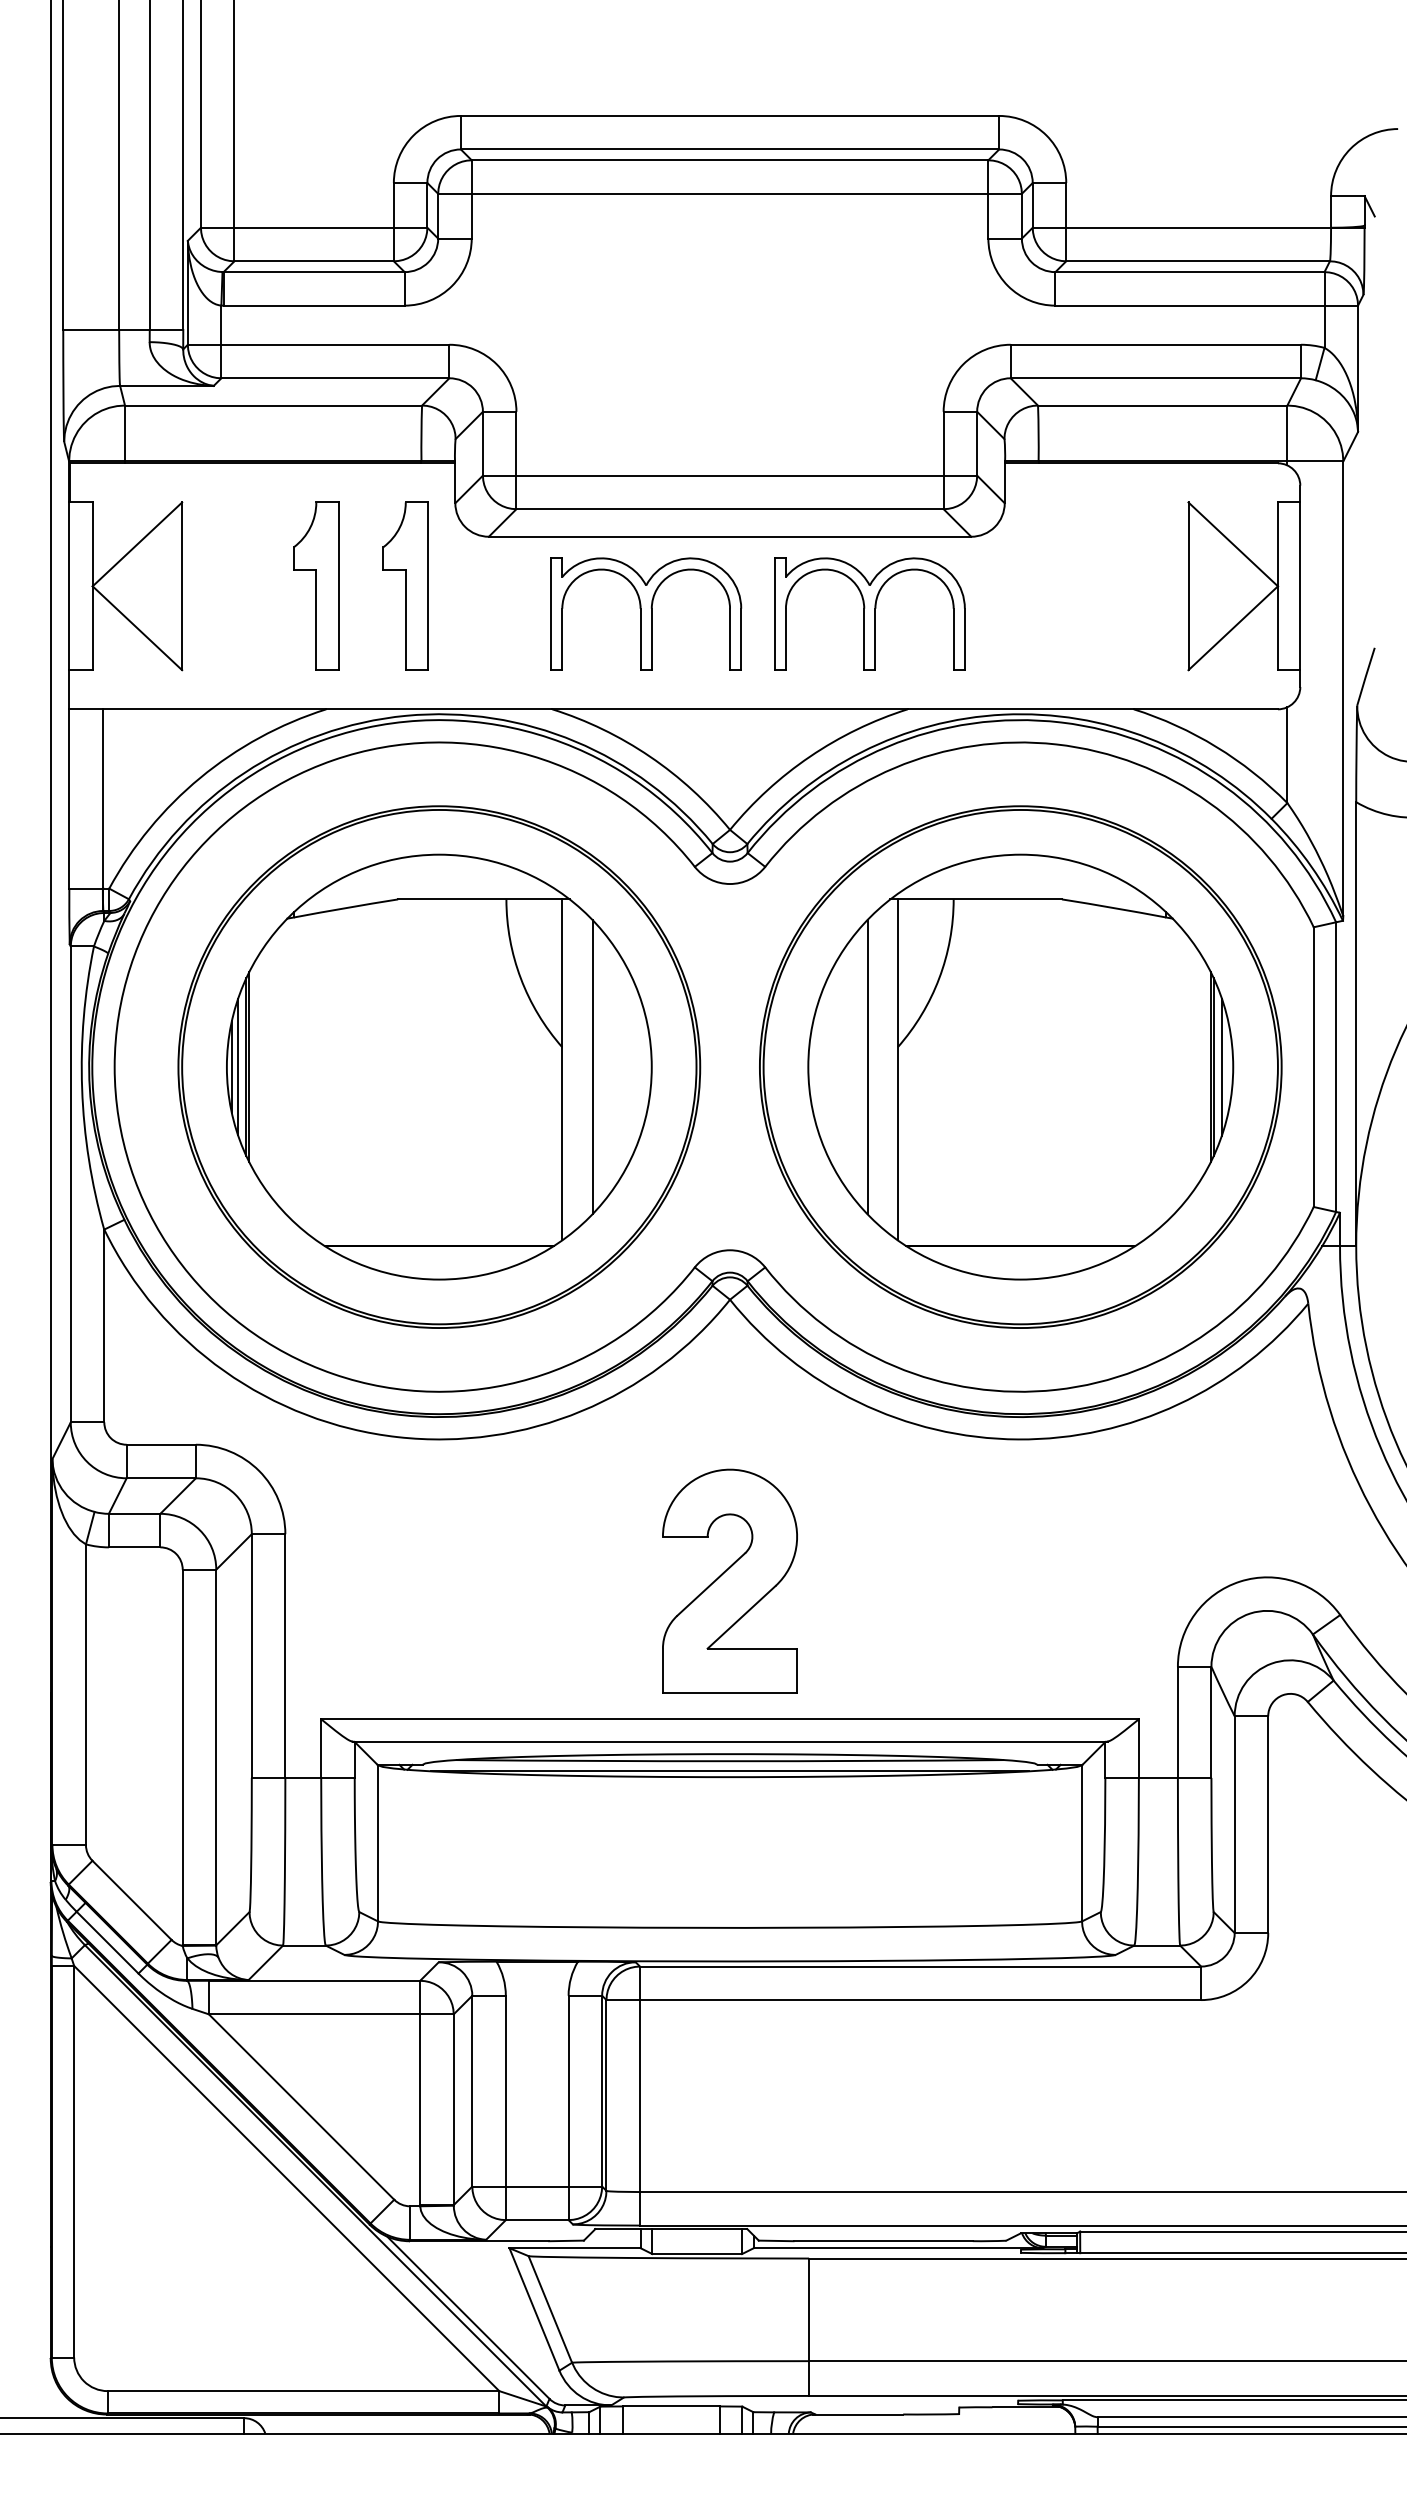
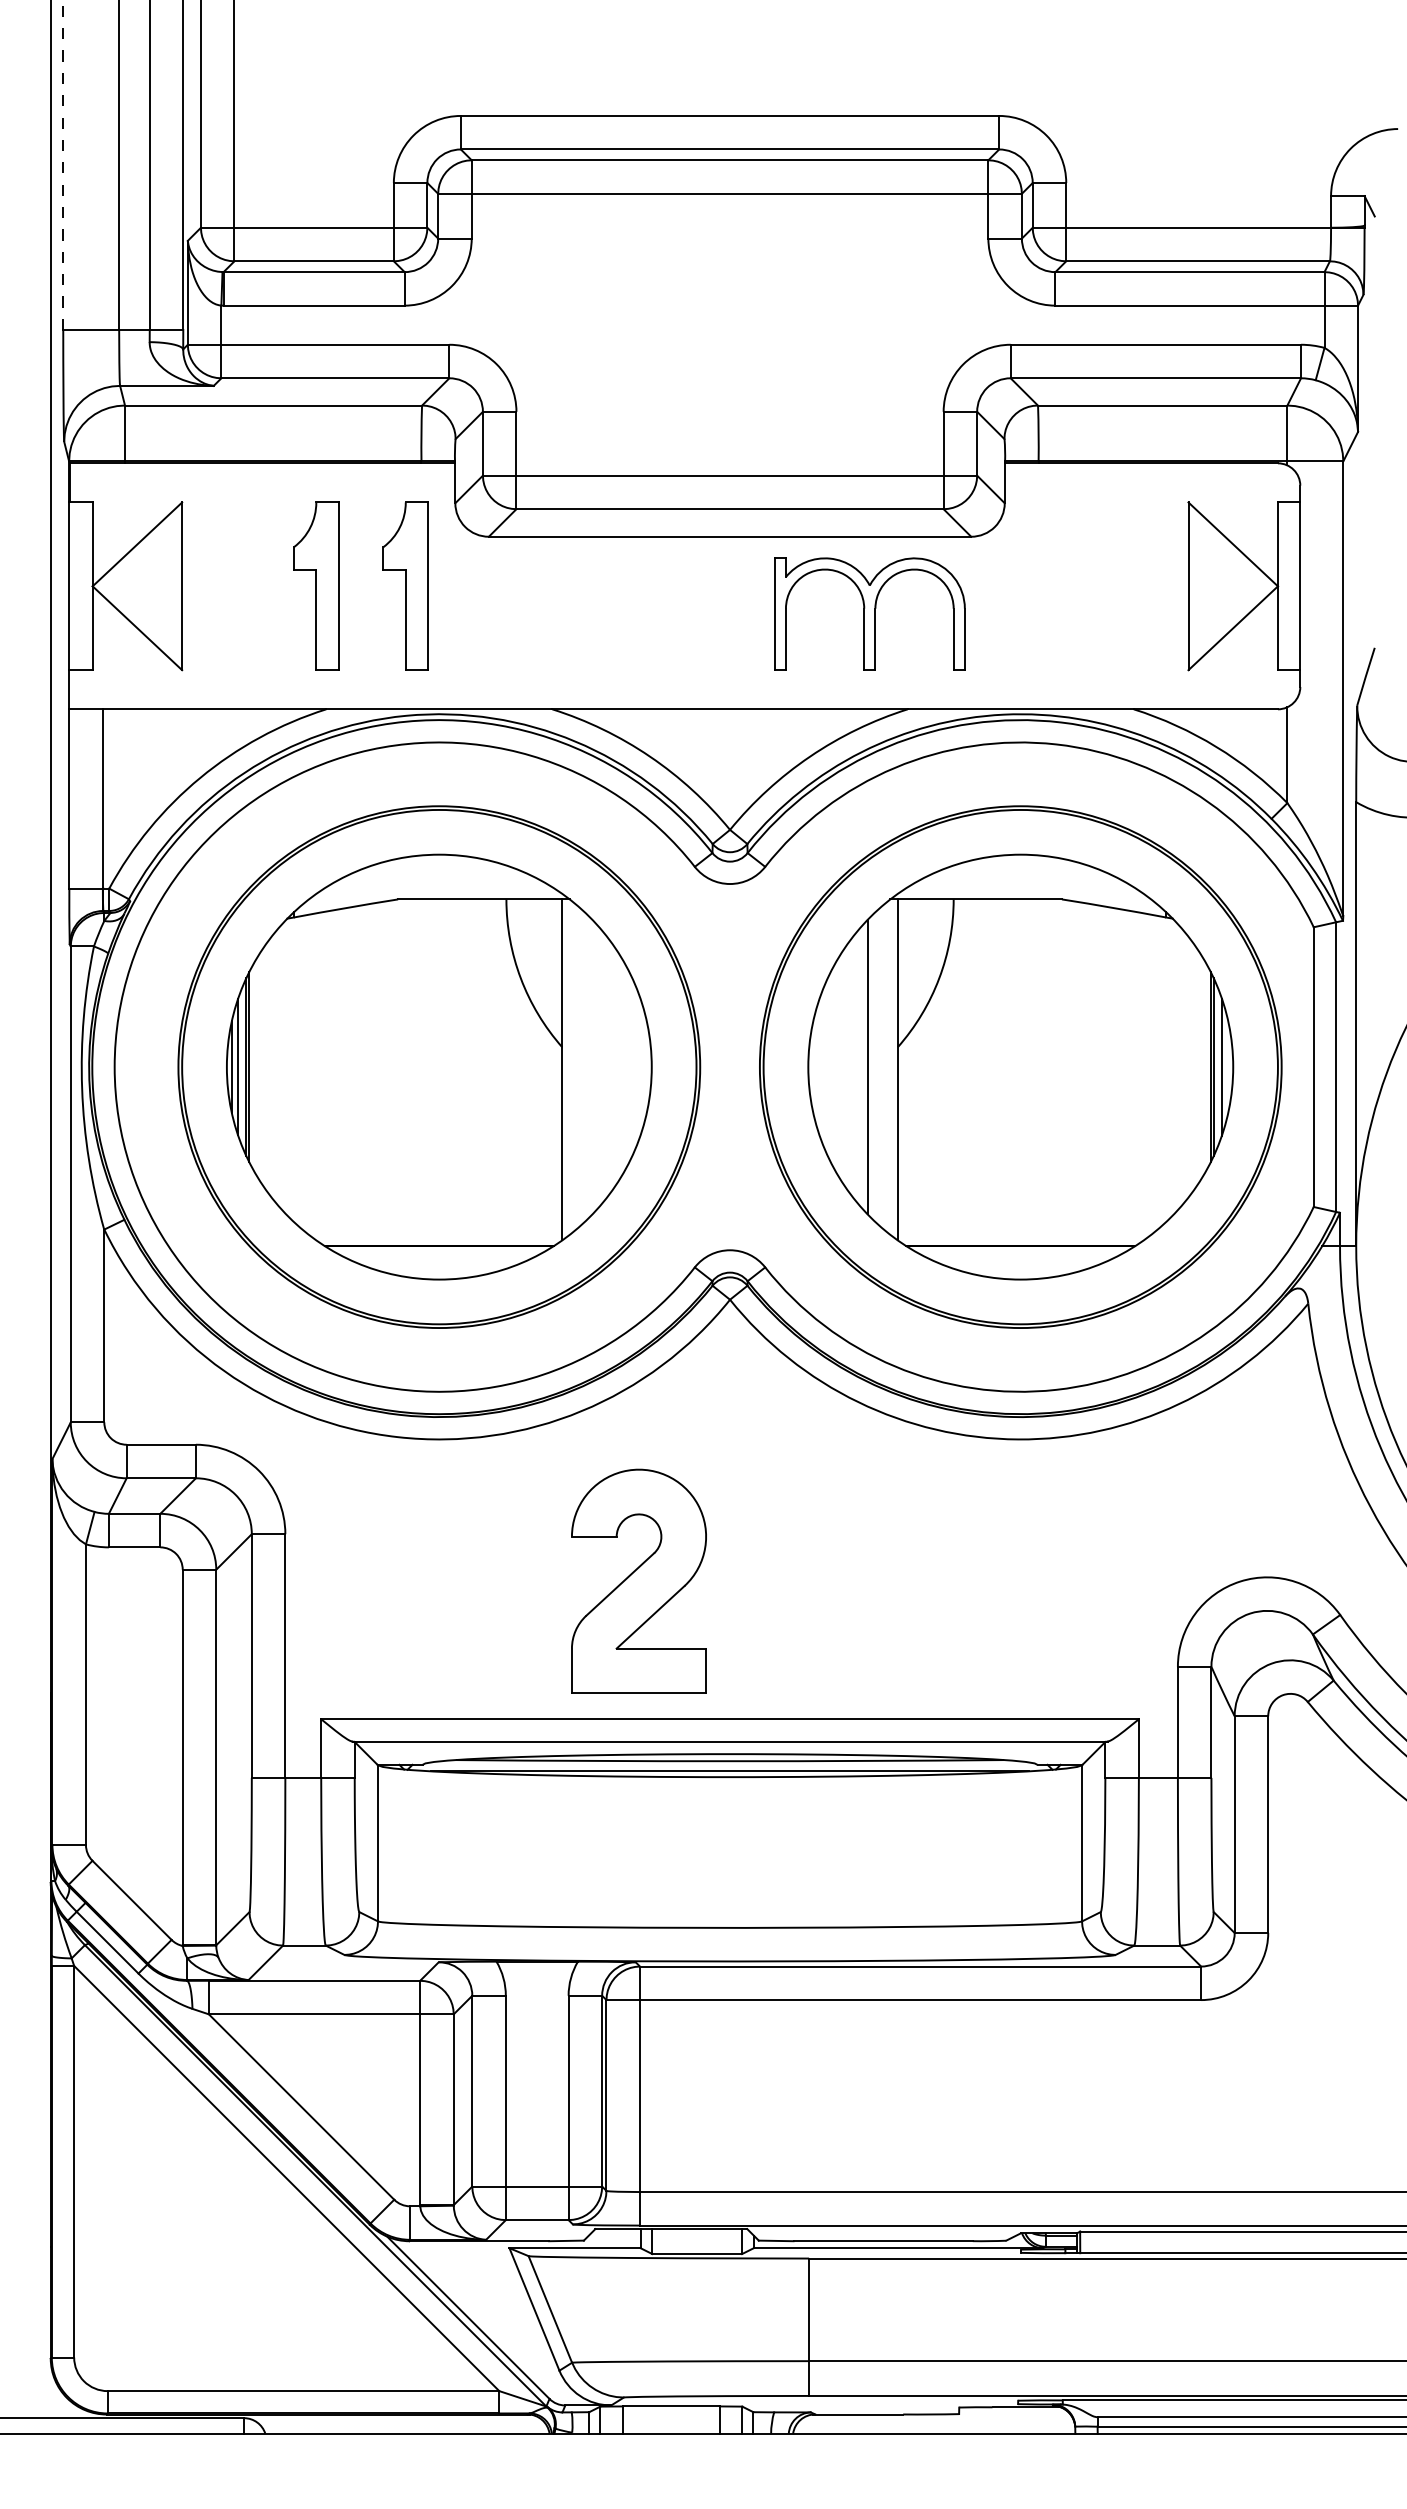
line at (63, 165): solid -> dashed
part at (646, 613): present -> none
line at (592, 1067): present -> none
part at (729, 1580) position: (729, 1580) -> (638, 1580)
